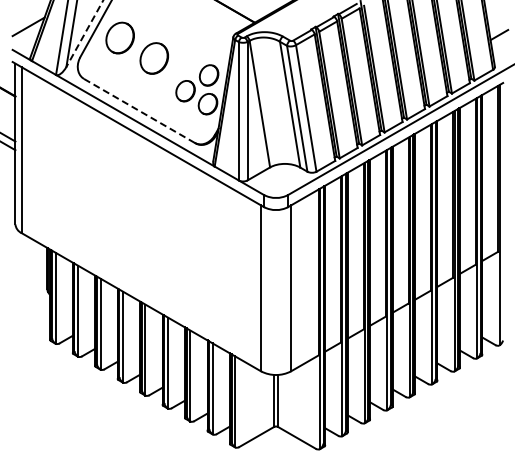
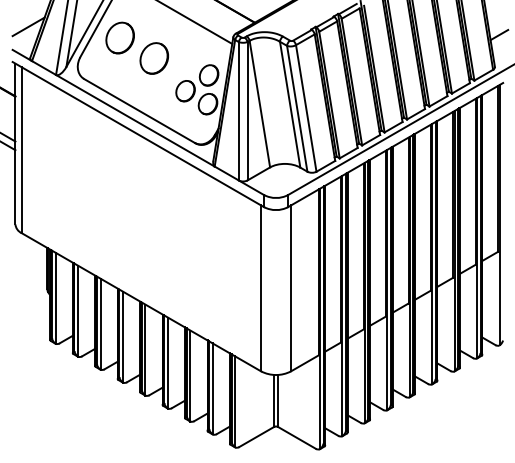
line at (195, 22): none -> present
line at (84, 33): dashed -> solid
line at (139, 110): dashed -> solid
